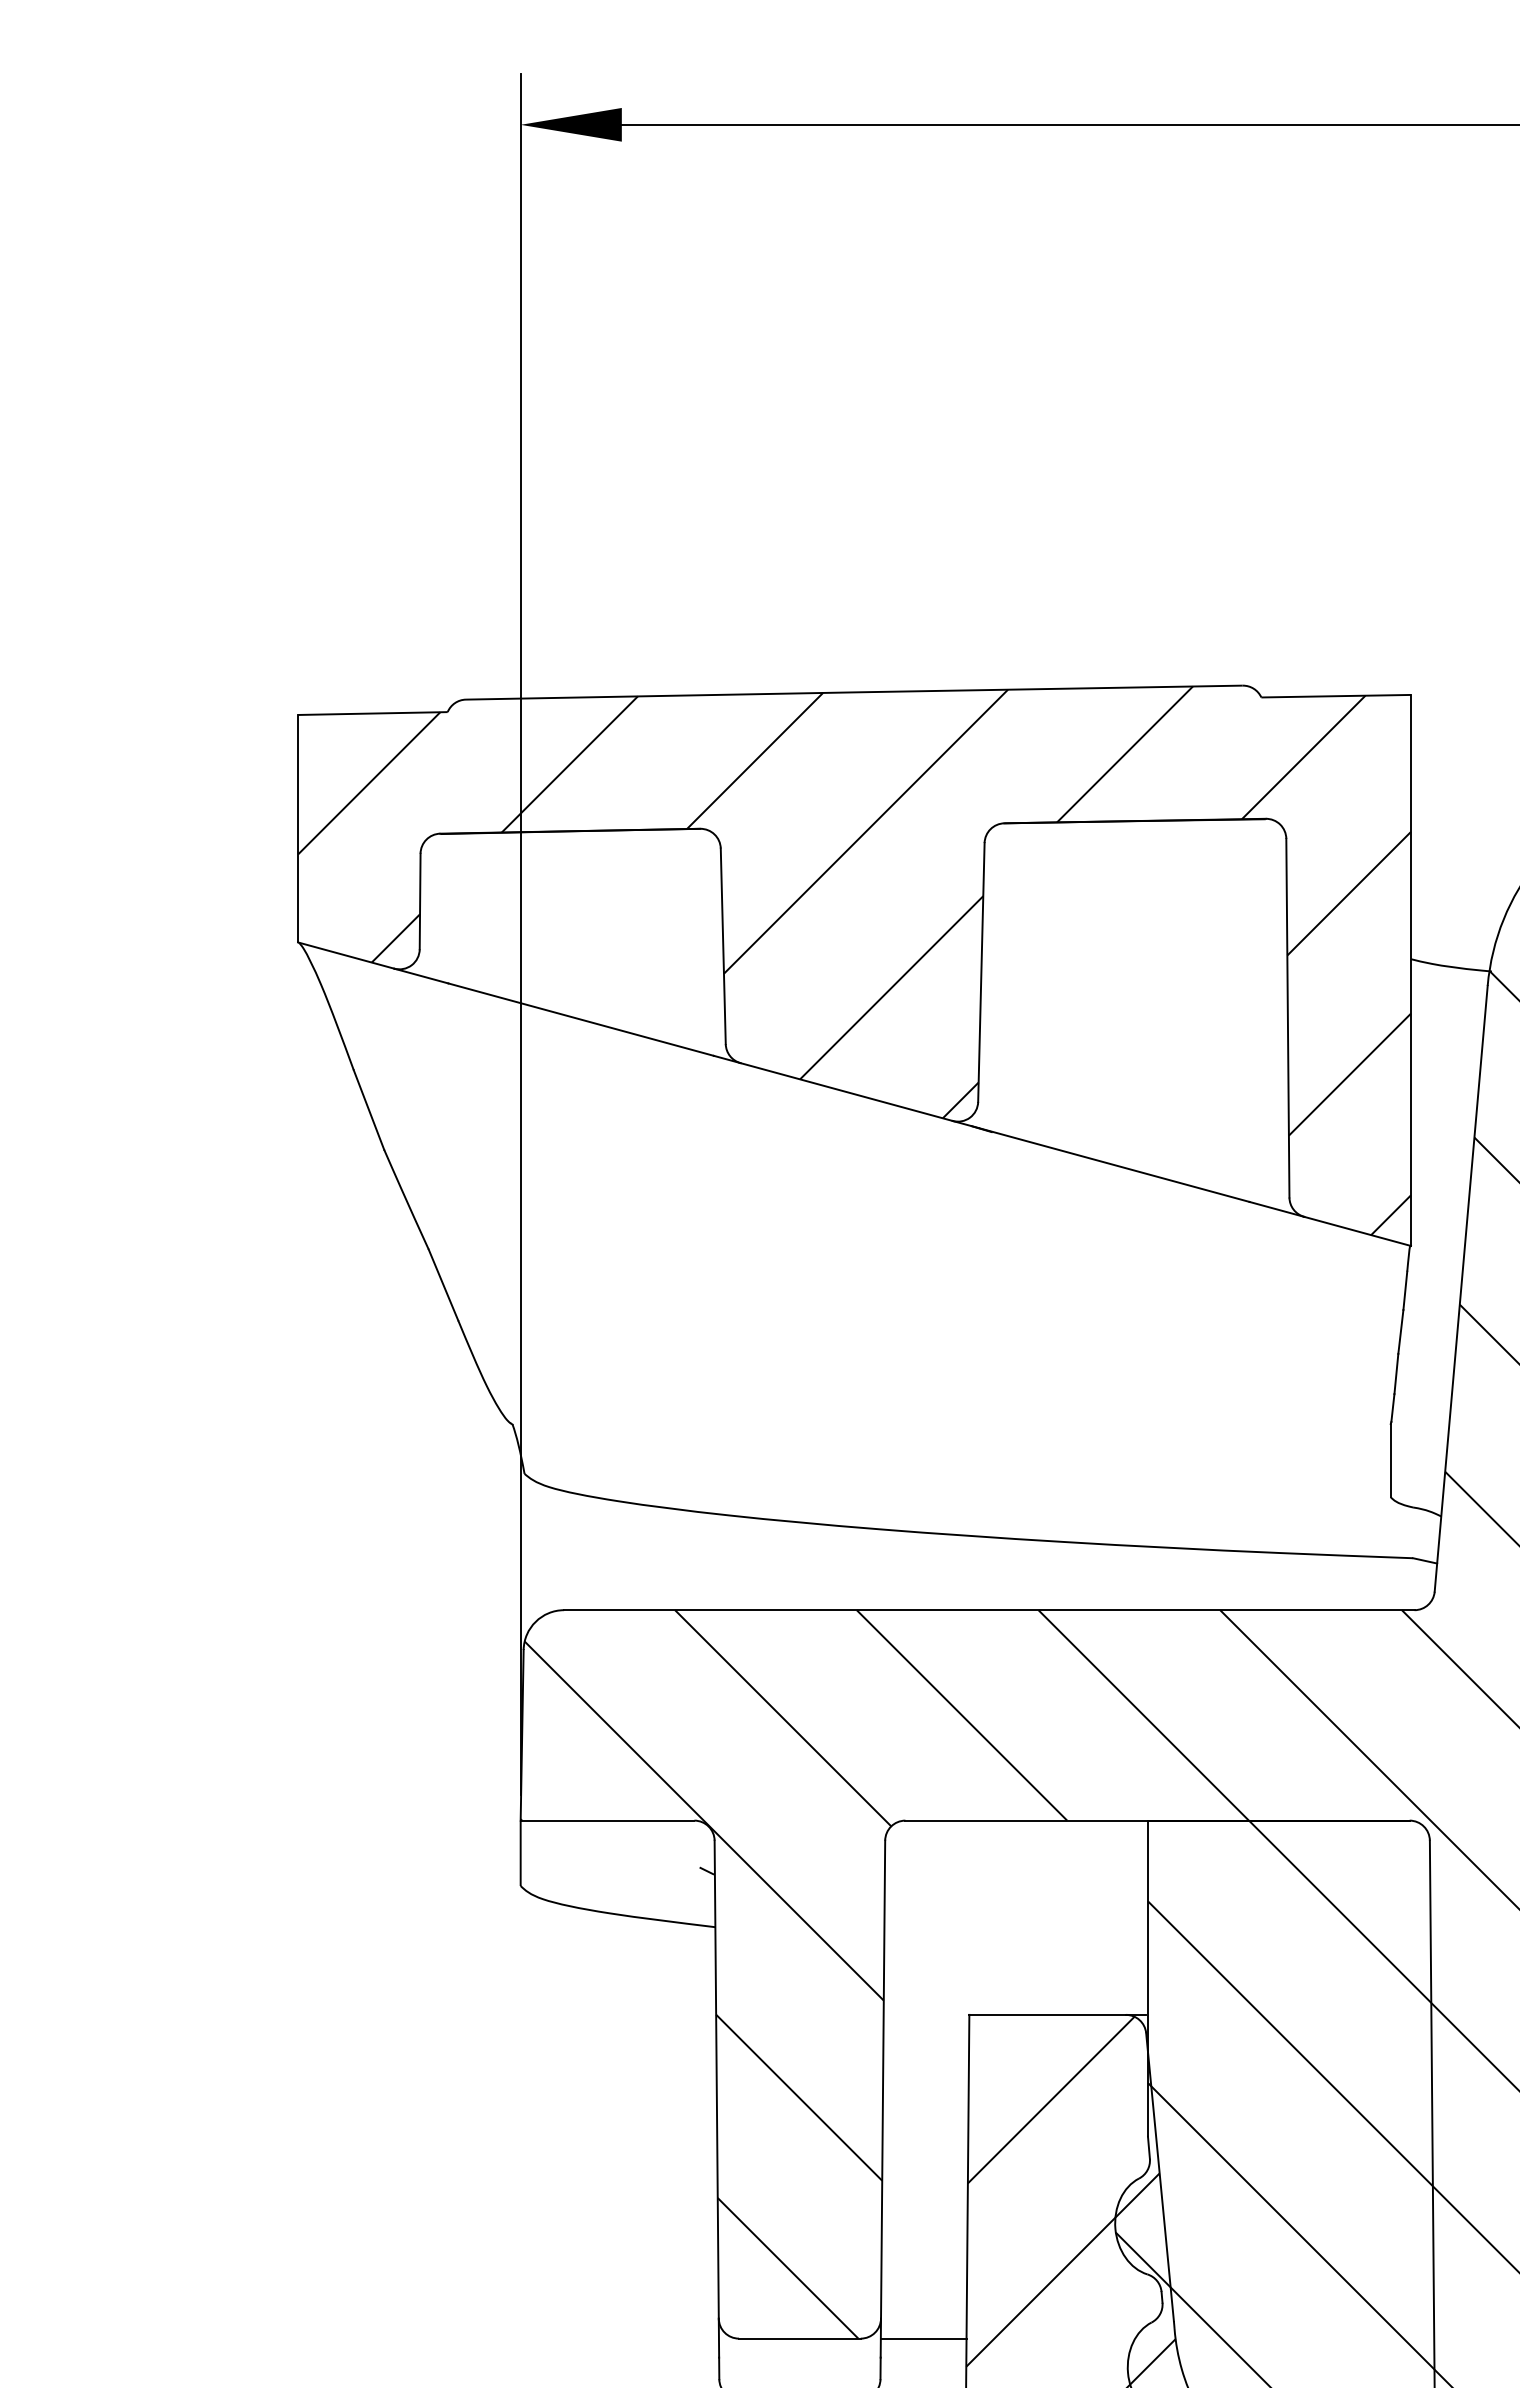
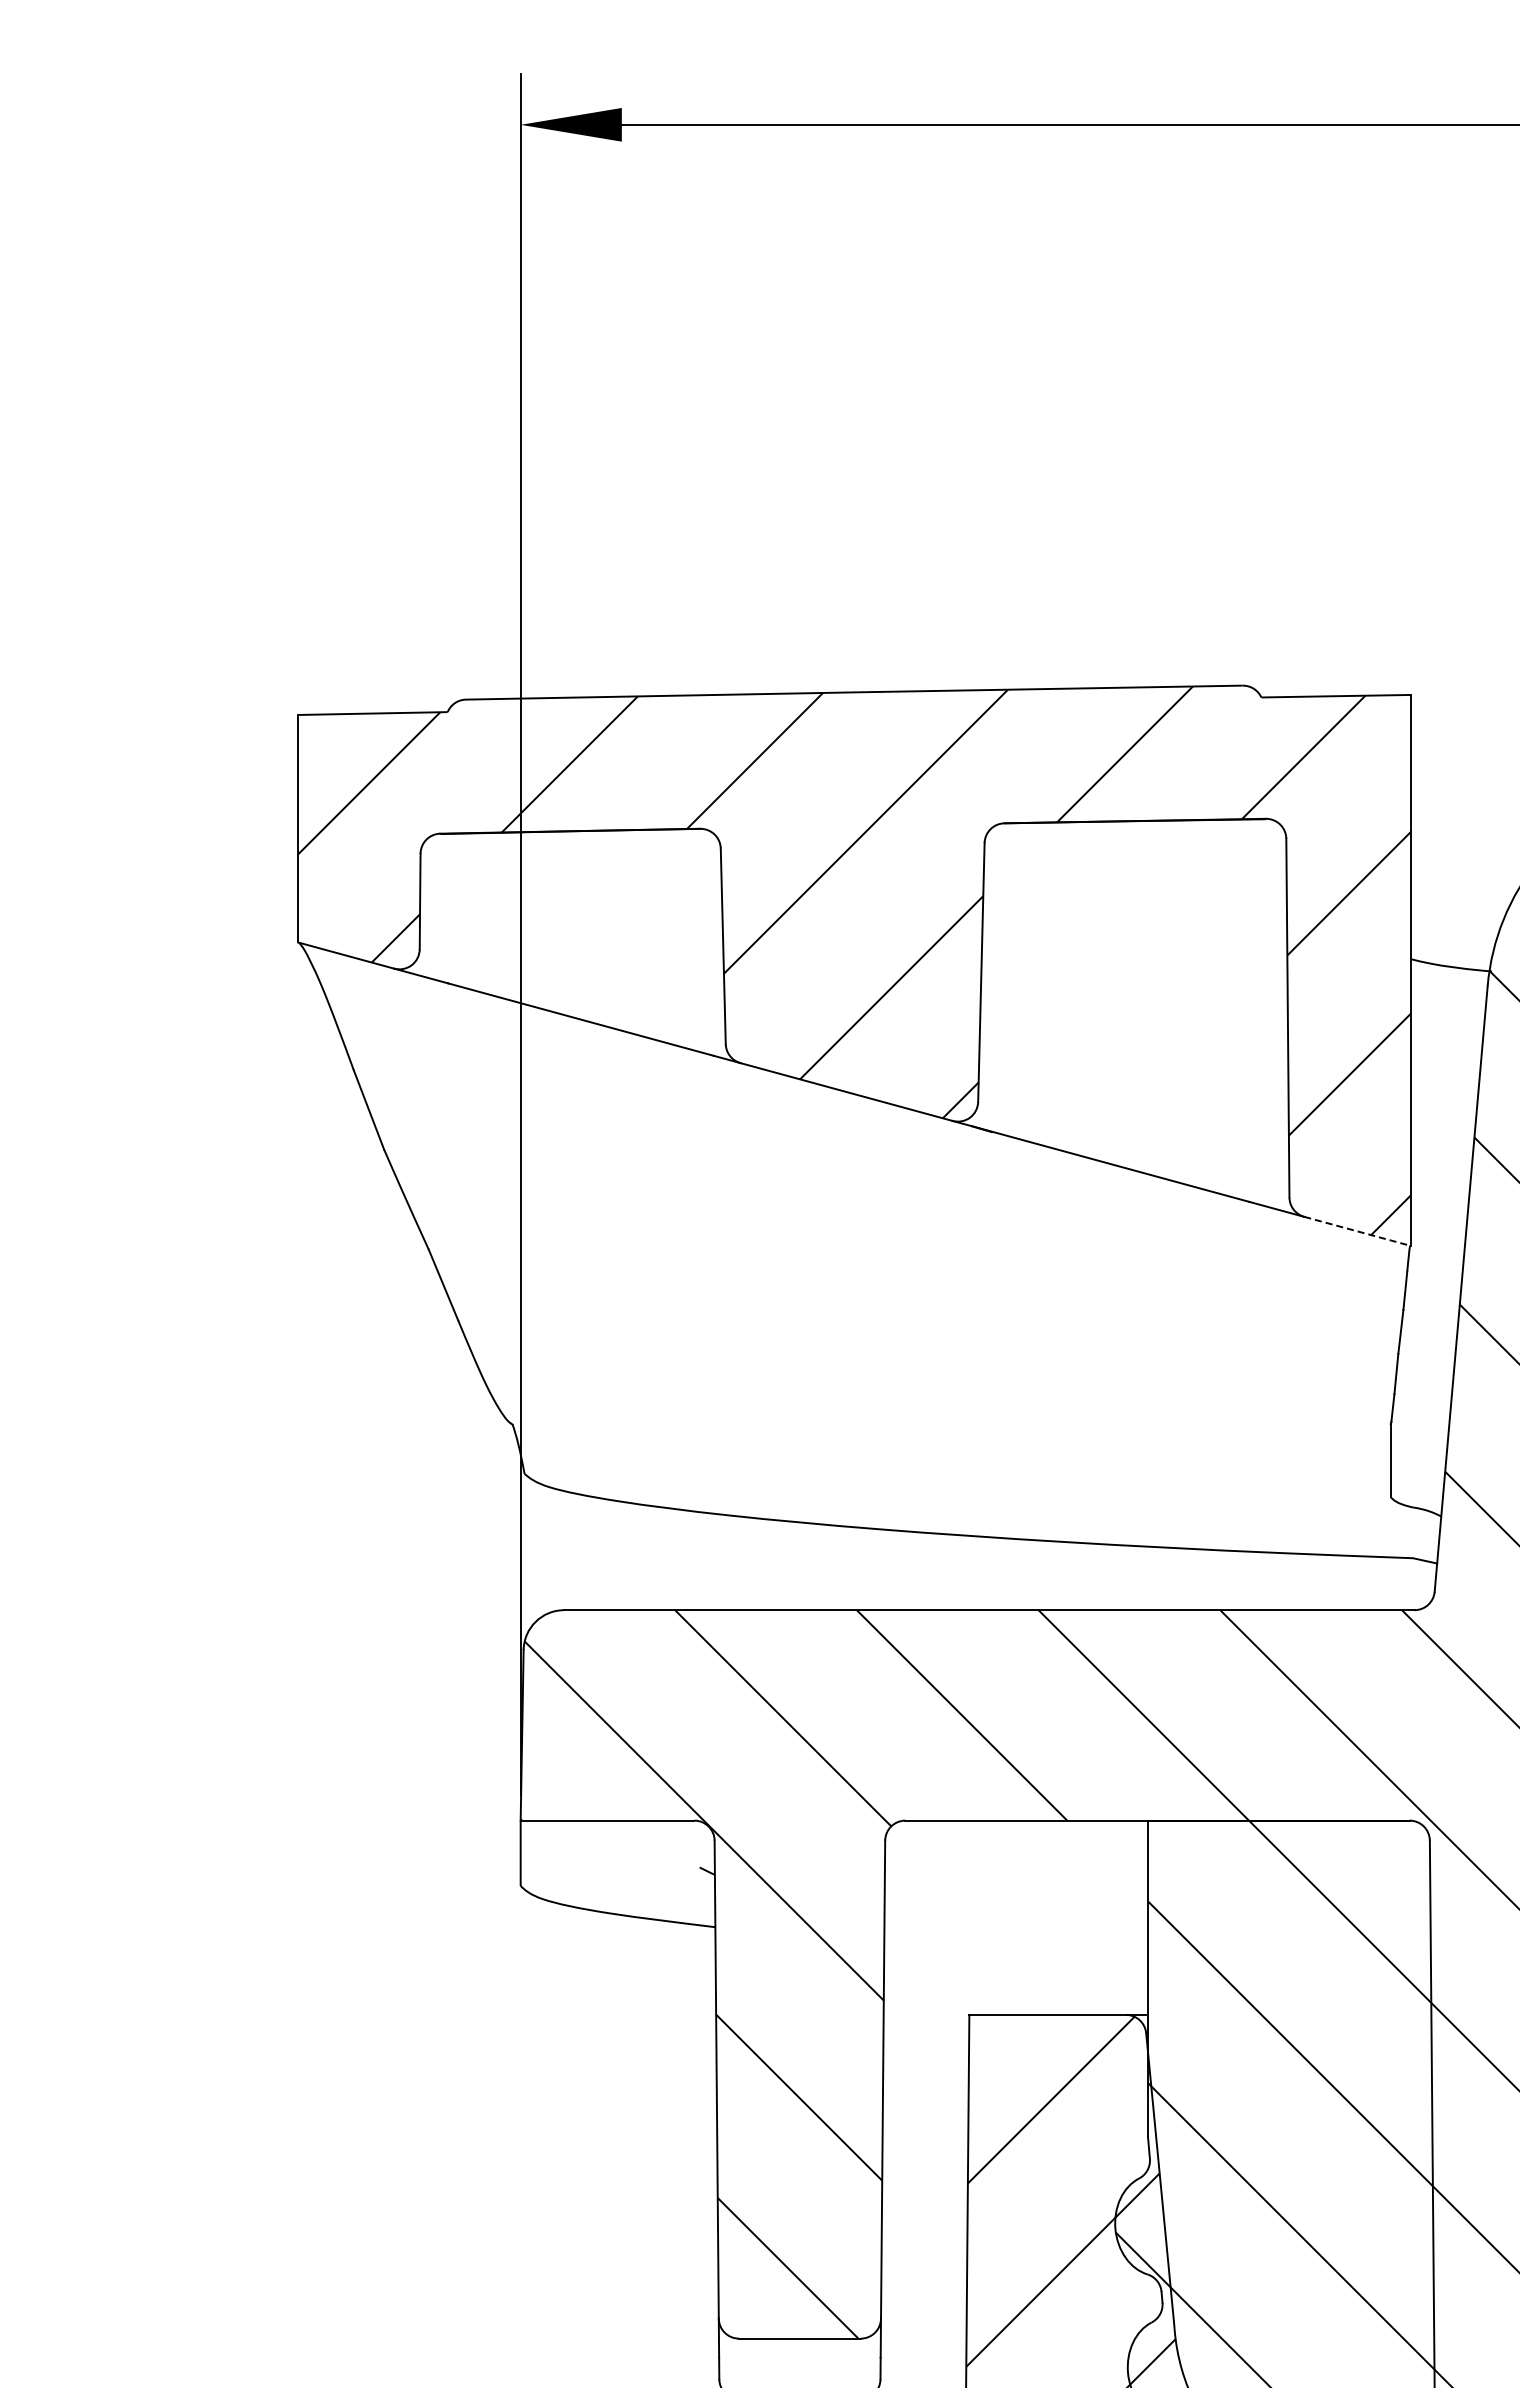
line at (1358, 1231): solid -> dashed
line at (923, 2338): present -> none
